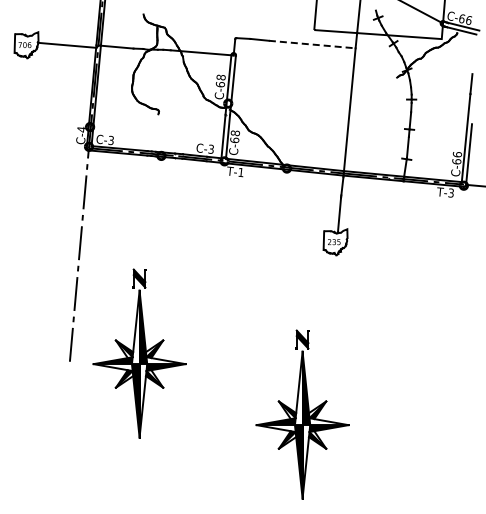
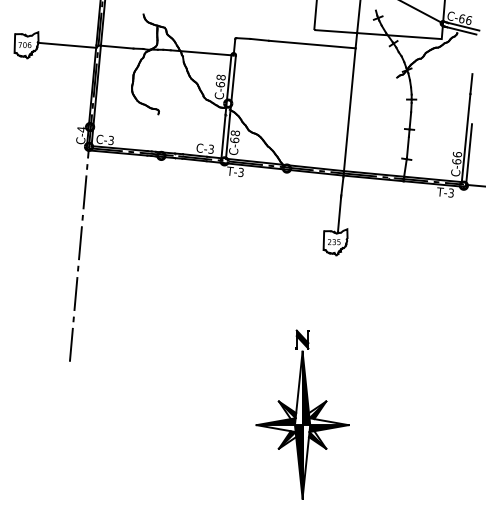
line at (312, 44): dashed -> solid
text at (240, 172): T-1 -> T-3
part at (139, 353): present -> none
